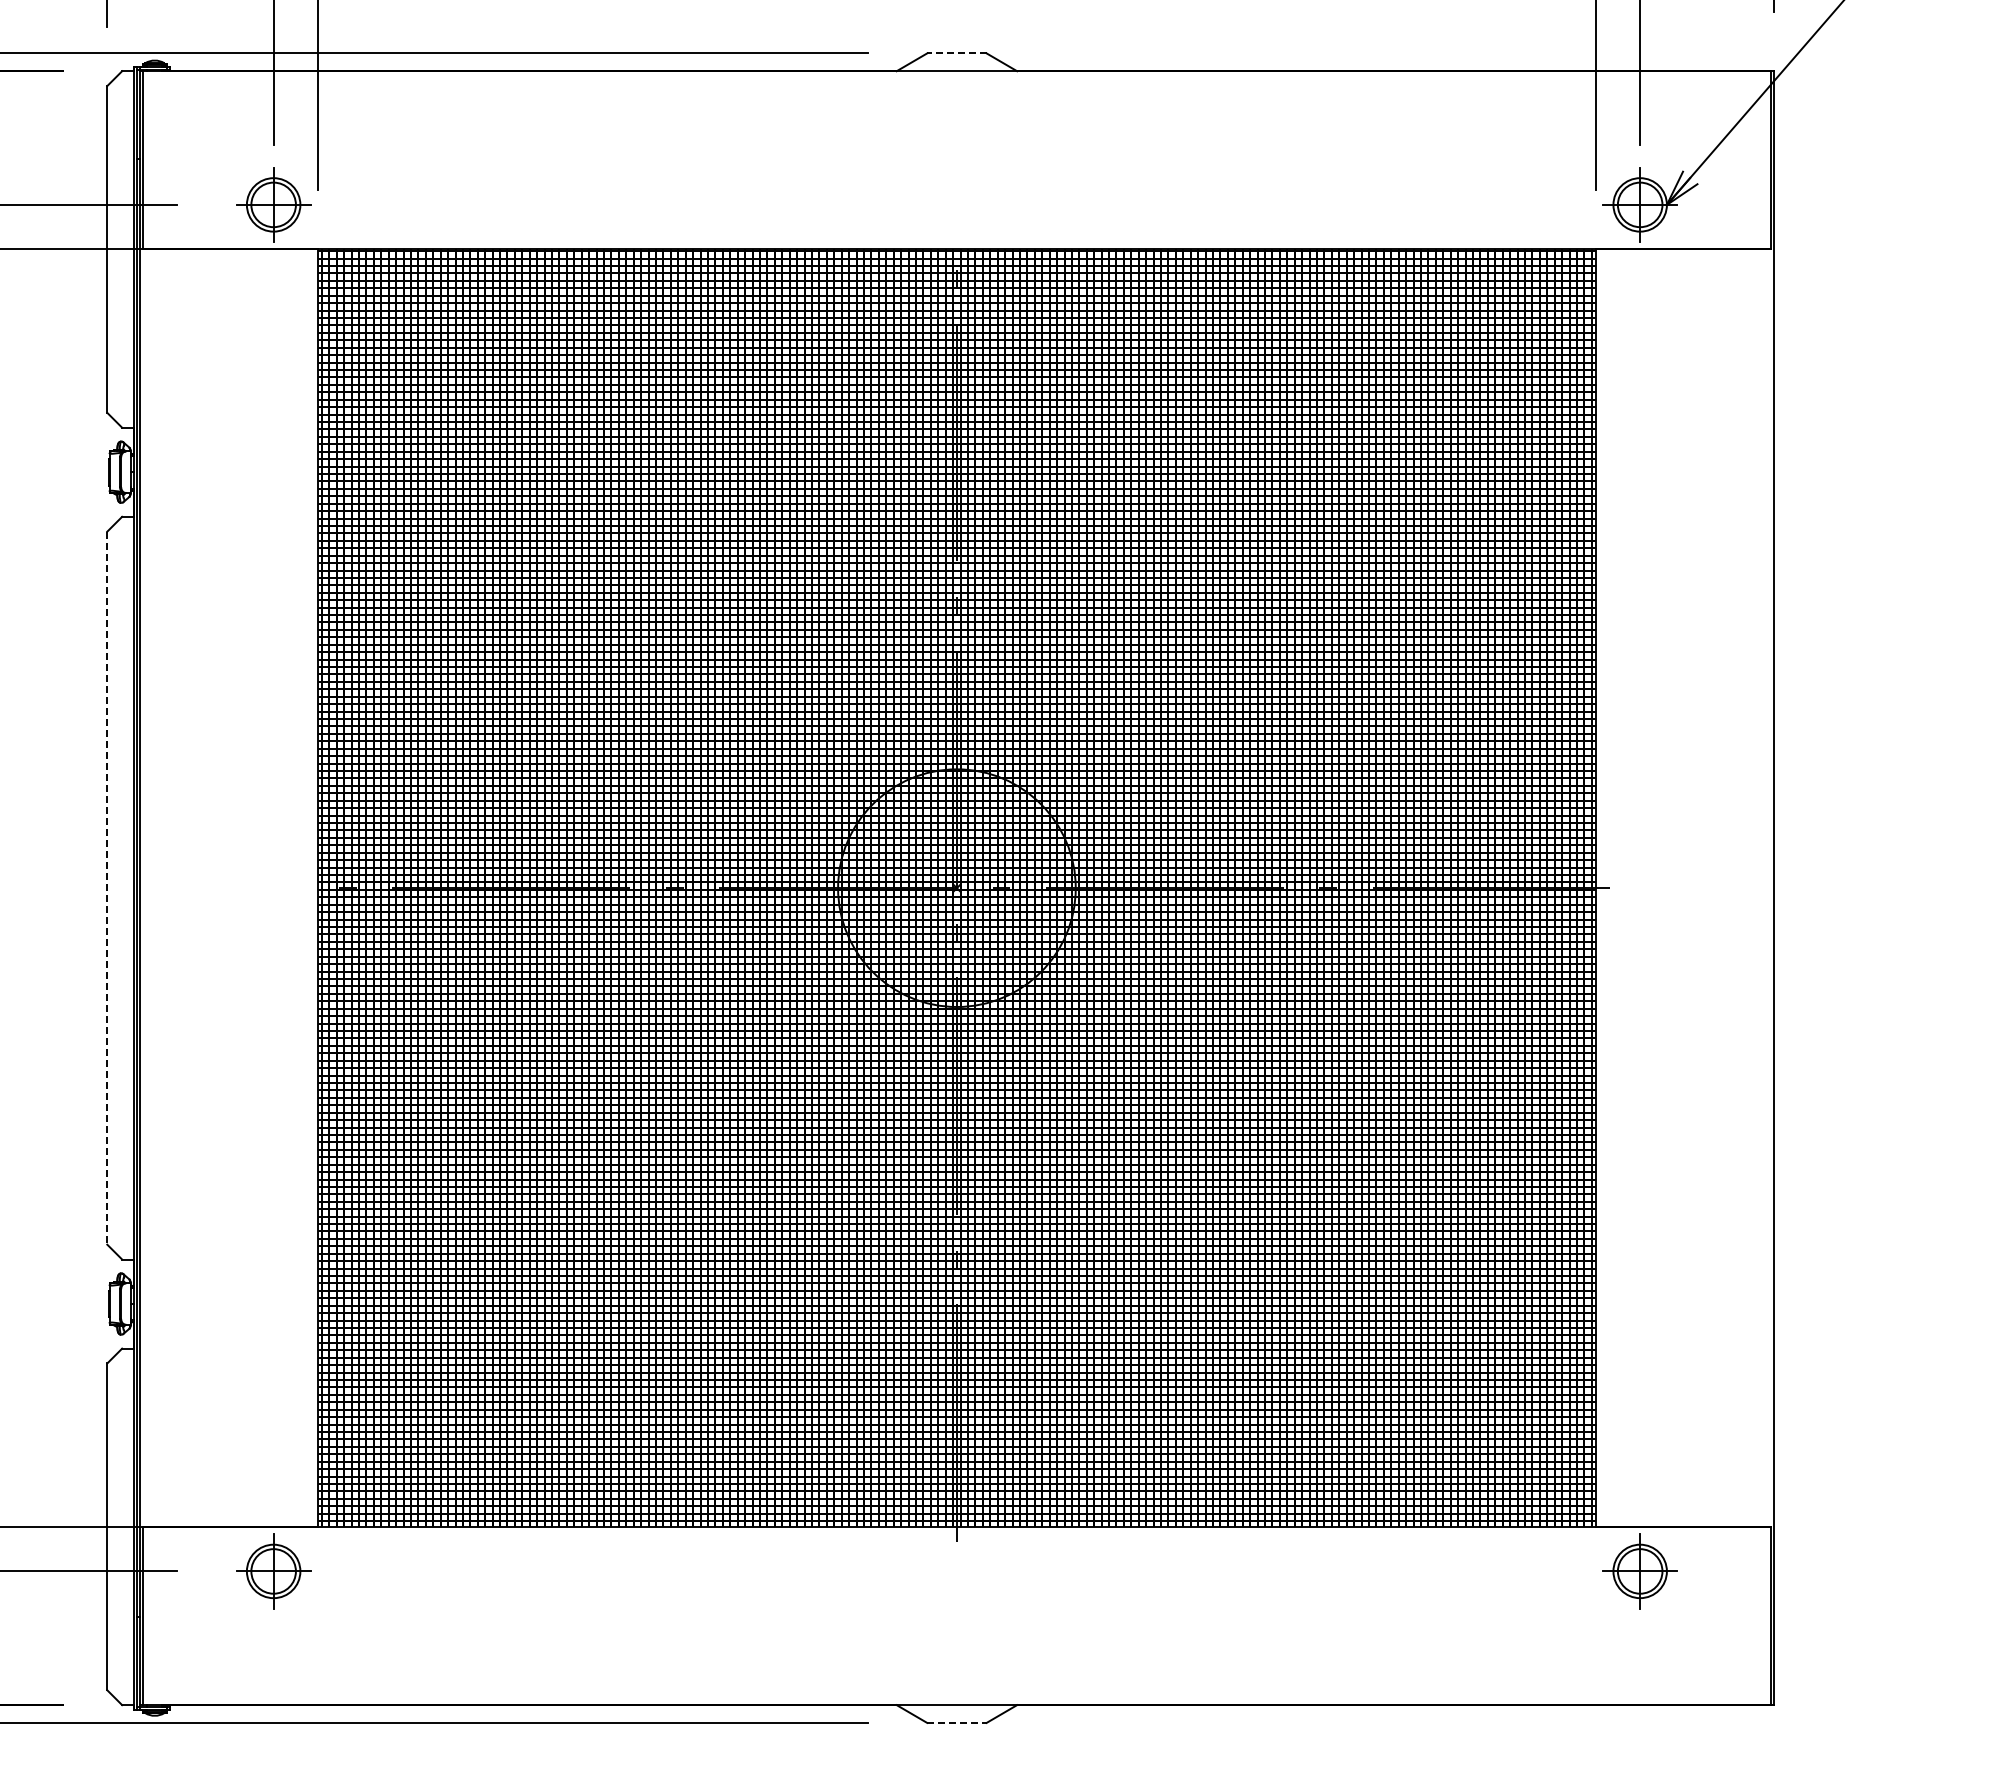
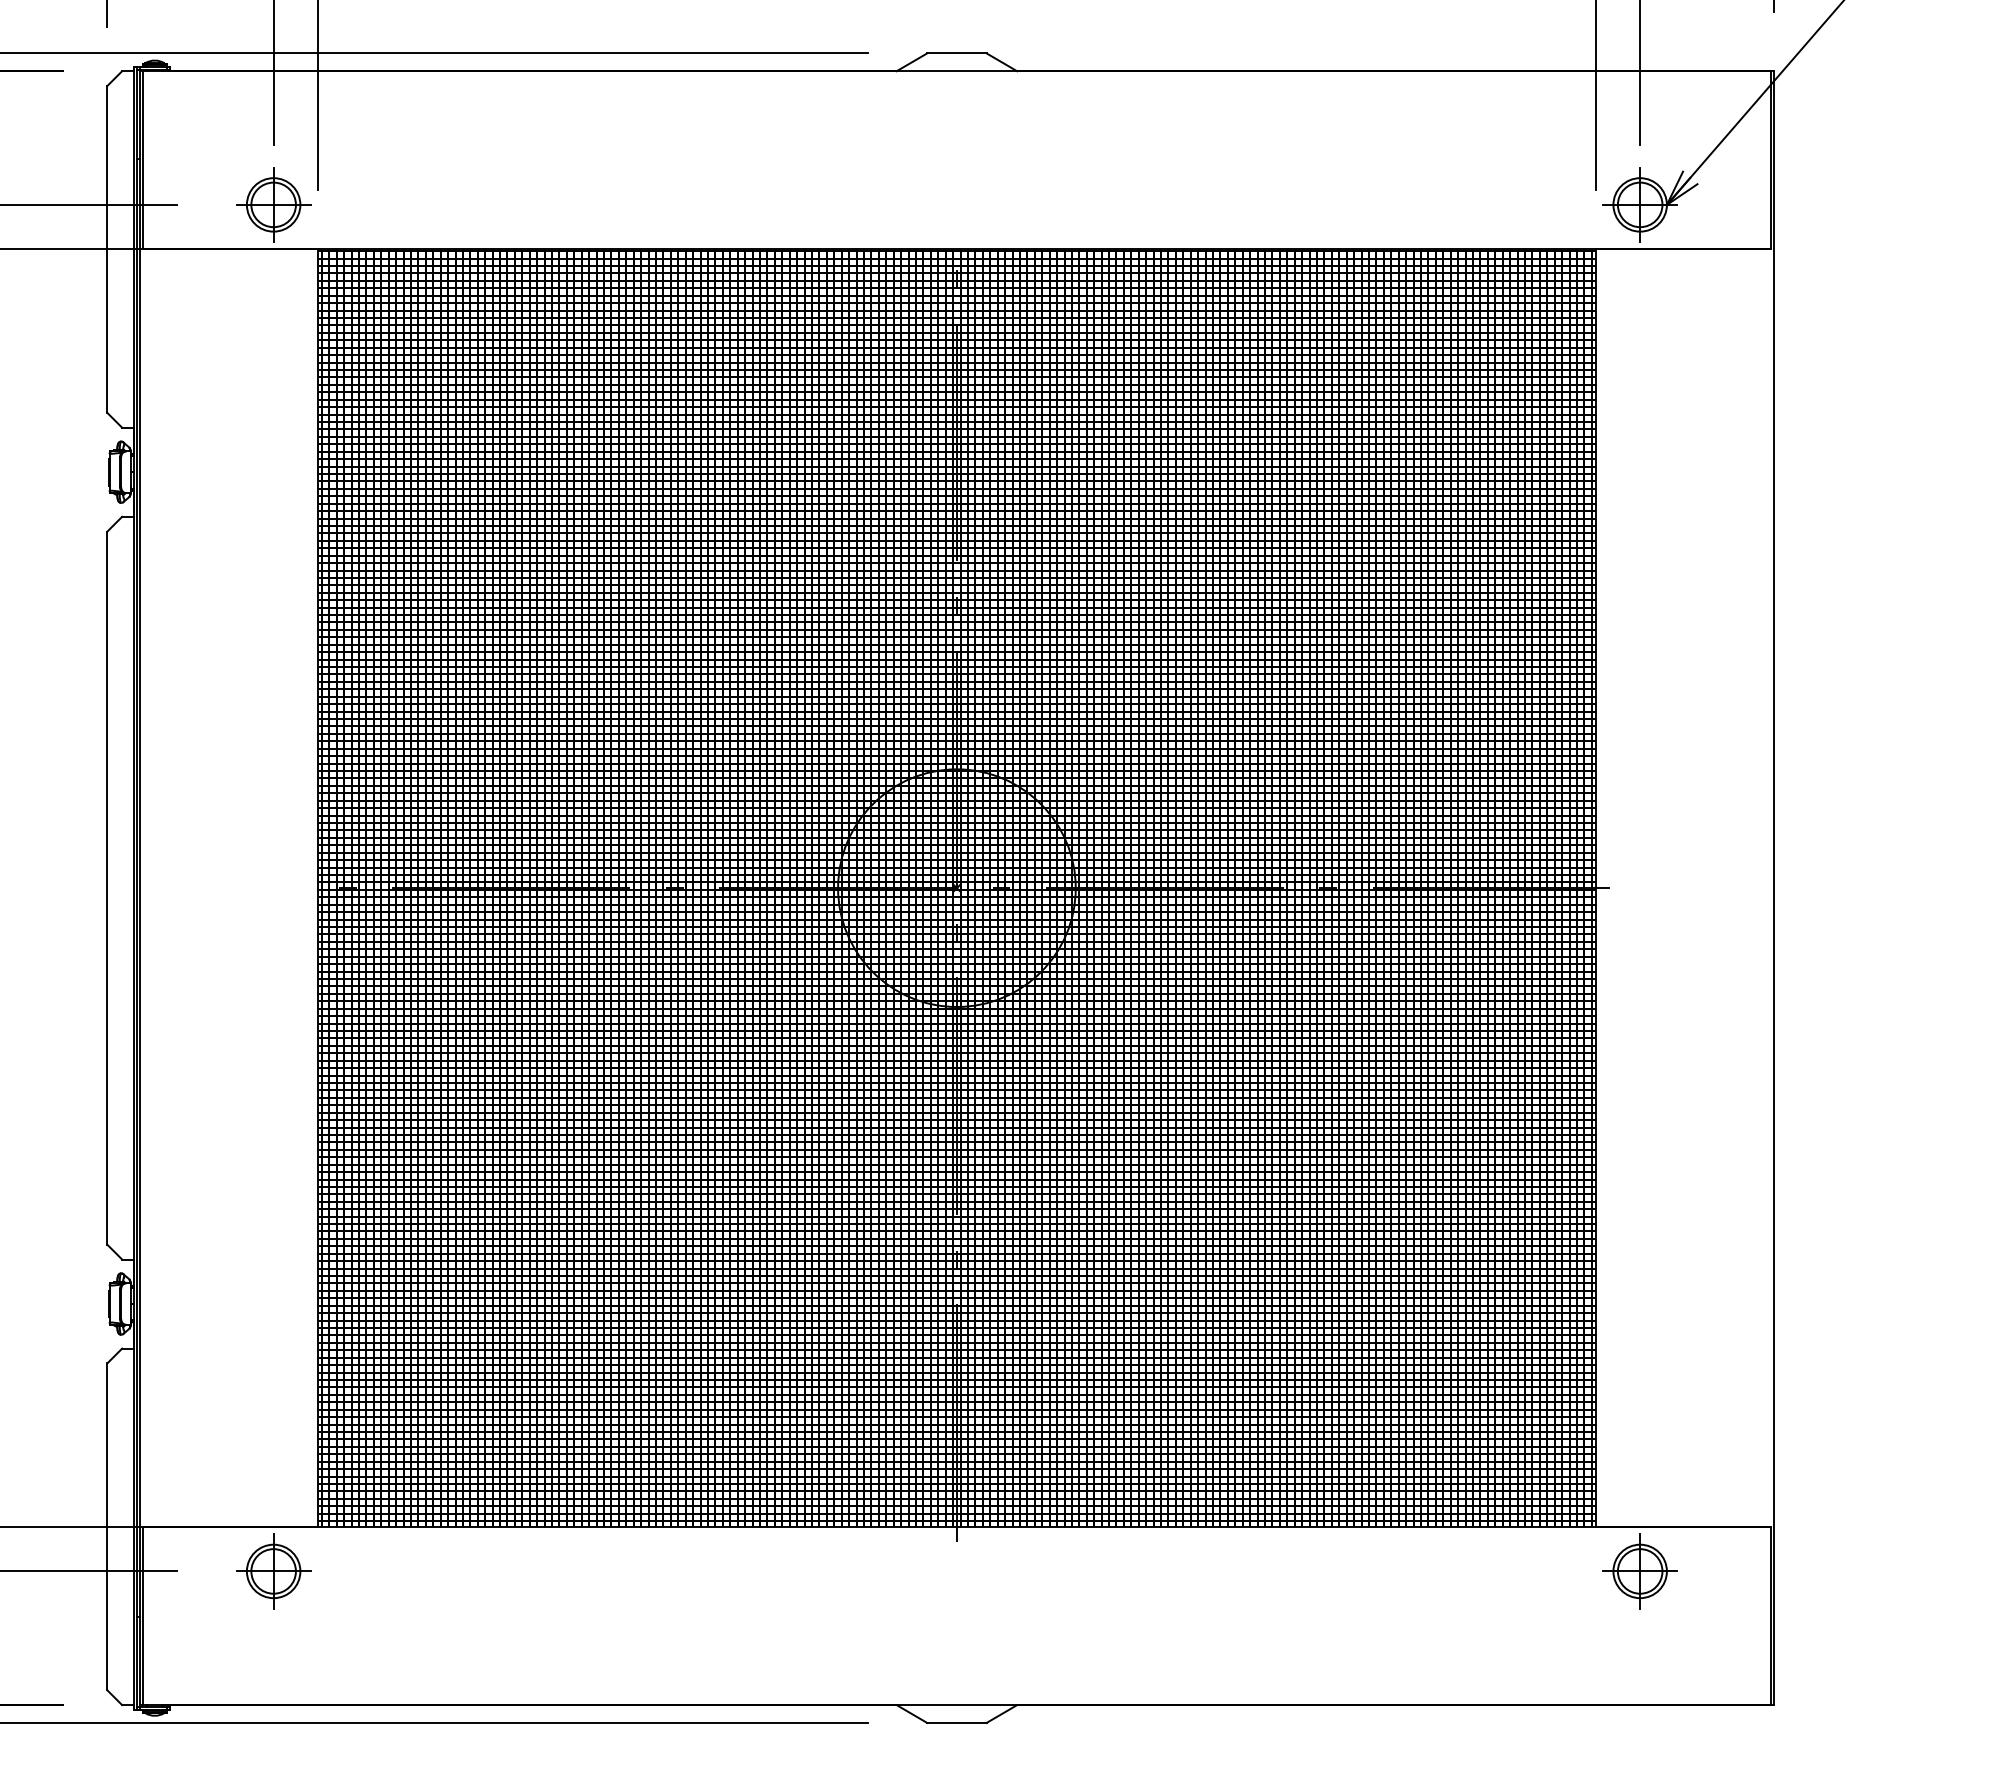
line at (956, 53): dashed -> solid
line at (107, 888): dashed -> solid
line at (956, 1722): dashed -> solid
